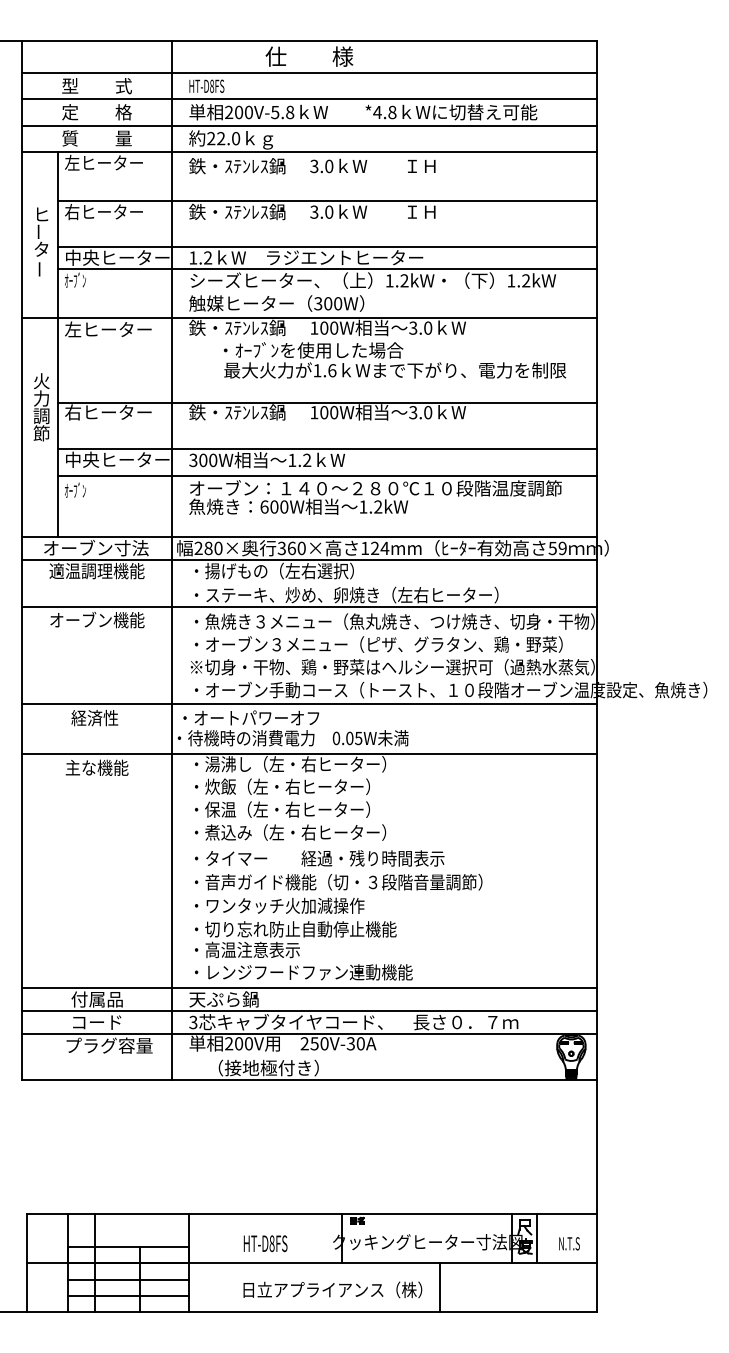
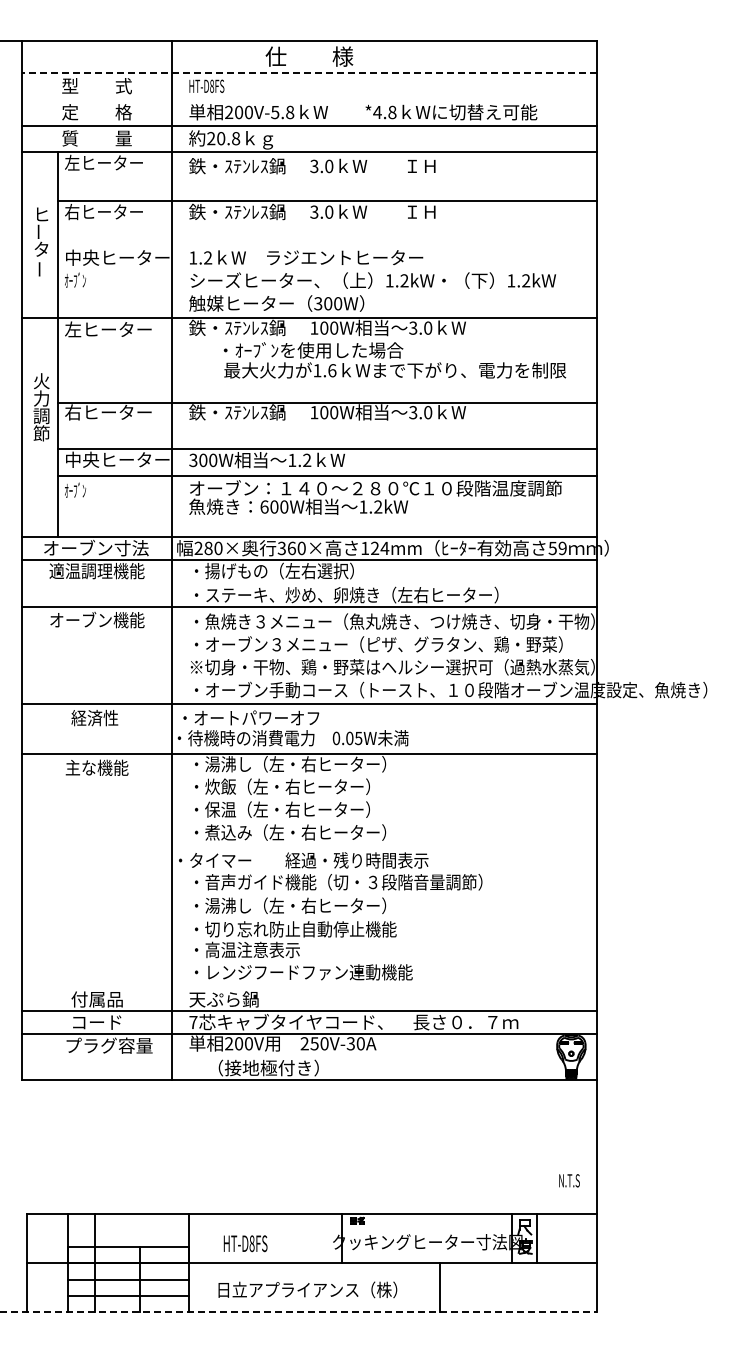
line at (309, 73): solid -> dashed
line at (309, 99): present -> none
text at (228, 138): 22.0 -> 20.8
line at (327, 246): present -> none
line at (327, 269): present -> none
text at (319, 858) position: (319, 858) -> (303, 860)
text at (295, 905): ・ワンタッチ火加減操作 -> ・湯沸し（左・右ヒーター）
line at (309, 988): present -> none
text at (193, 1022): 3 -> 7
text at (265, 1243) position: (265, 1243) -> (245, 1243)
text at (569, 1243) position: (569, 1243) -> (569, 1180)
text at (332, 1289) position: (332, 1289) -> (307, 1289)
line at (299, 1312): solid -> dashed
